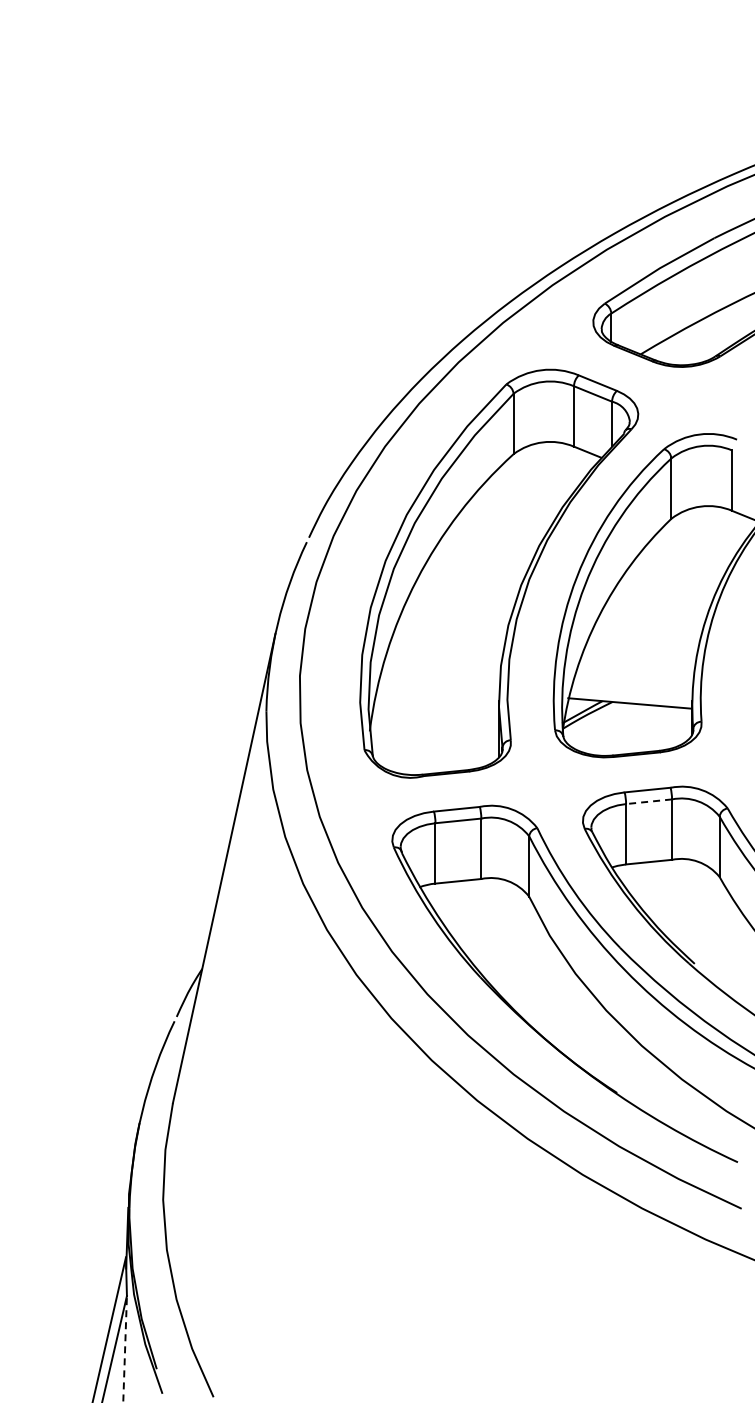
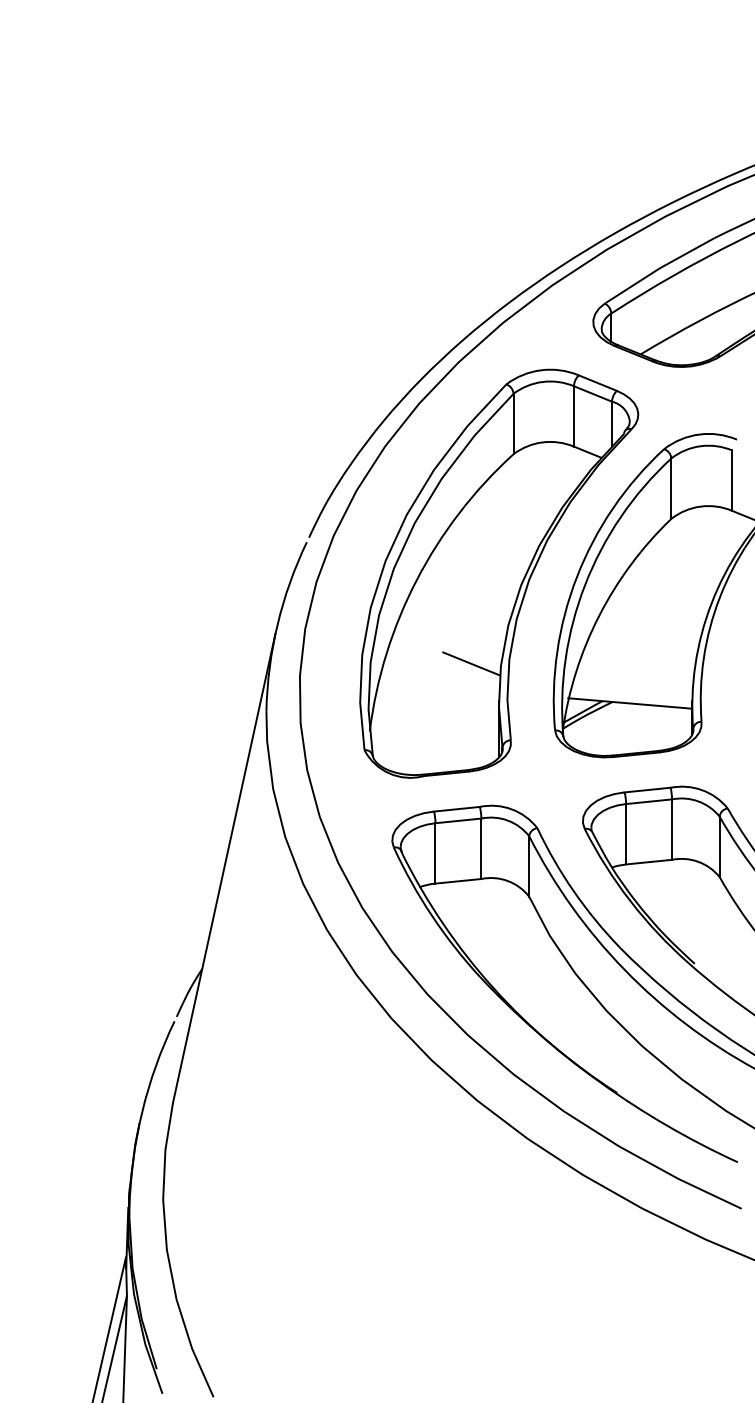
line at (471, 663): none -> present
line at (648, 801): dashed -> solid
line at (125, 1348): dashed -> solid
